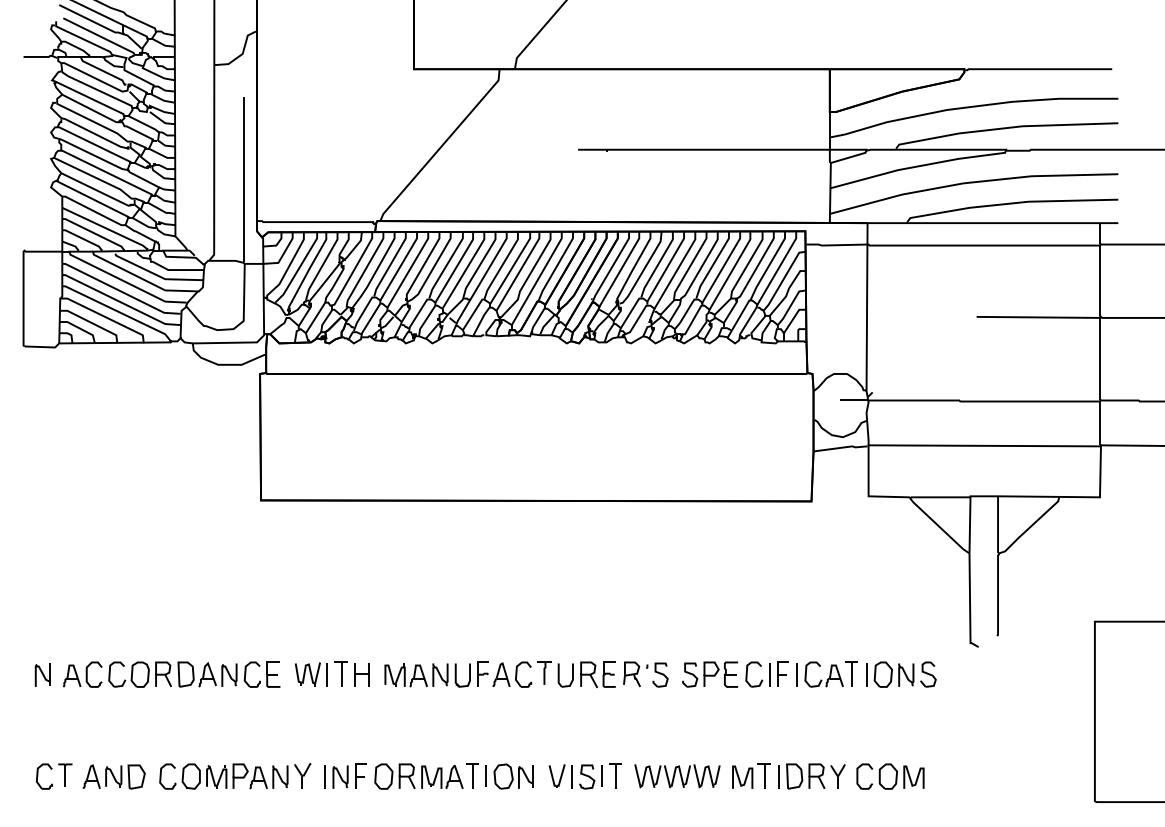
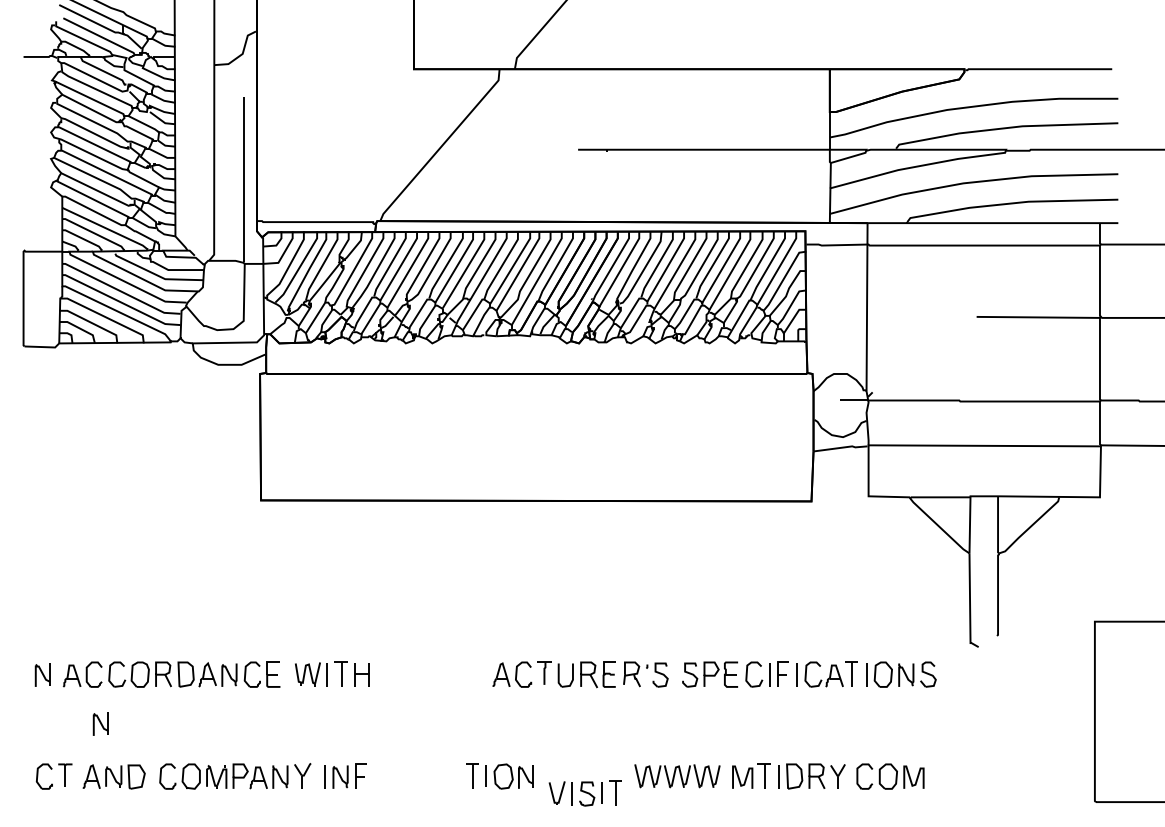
part at (436, 674): present -> none
part at (100, 723): none -> present
part at (418, 776): present -> none
part at (584, 776) position: (584, 776) -> (584, 793)
